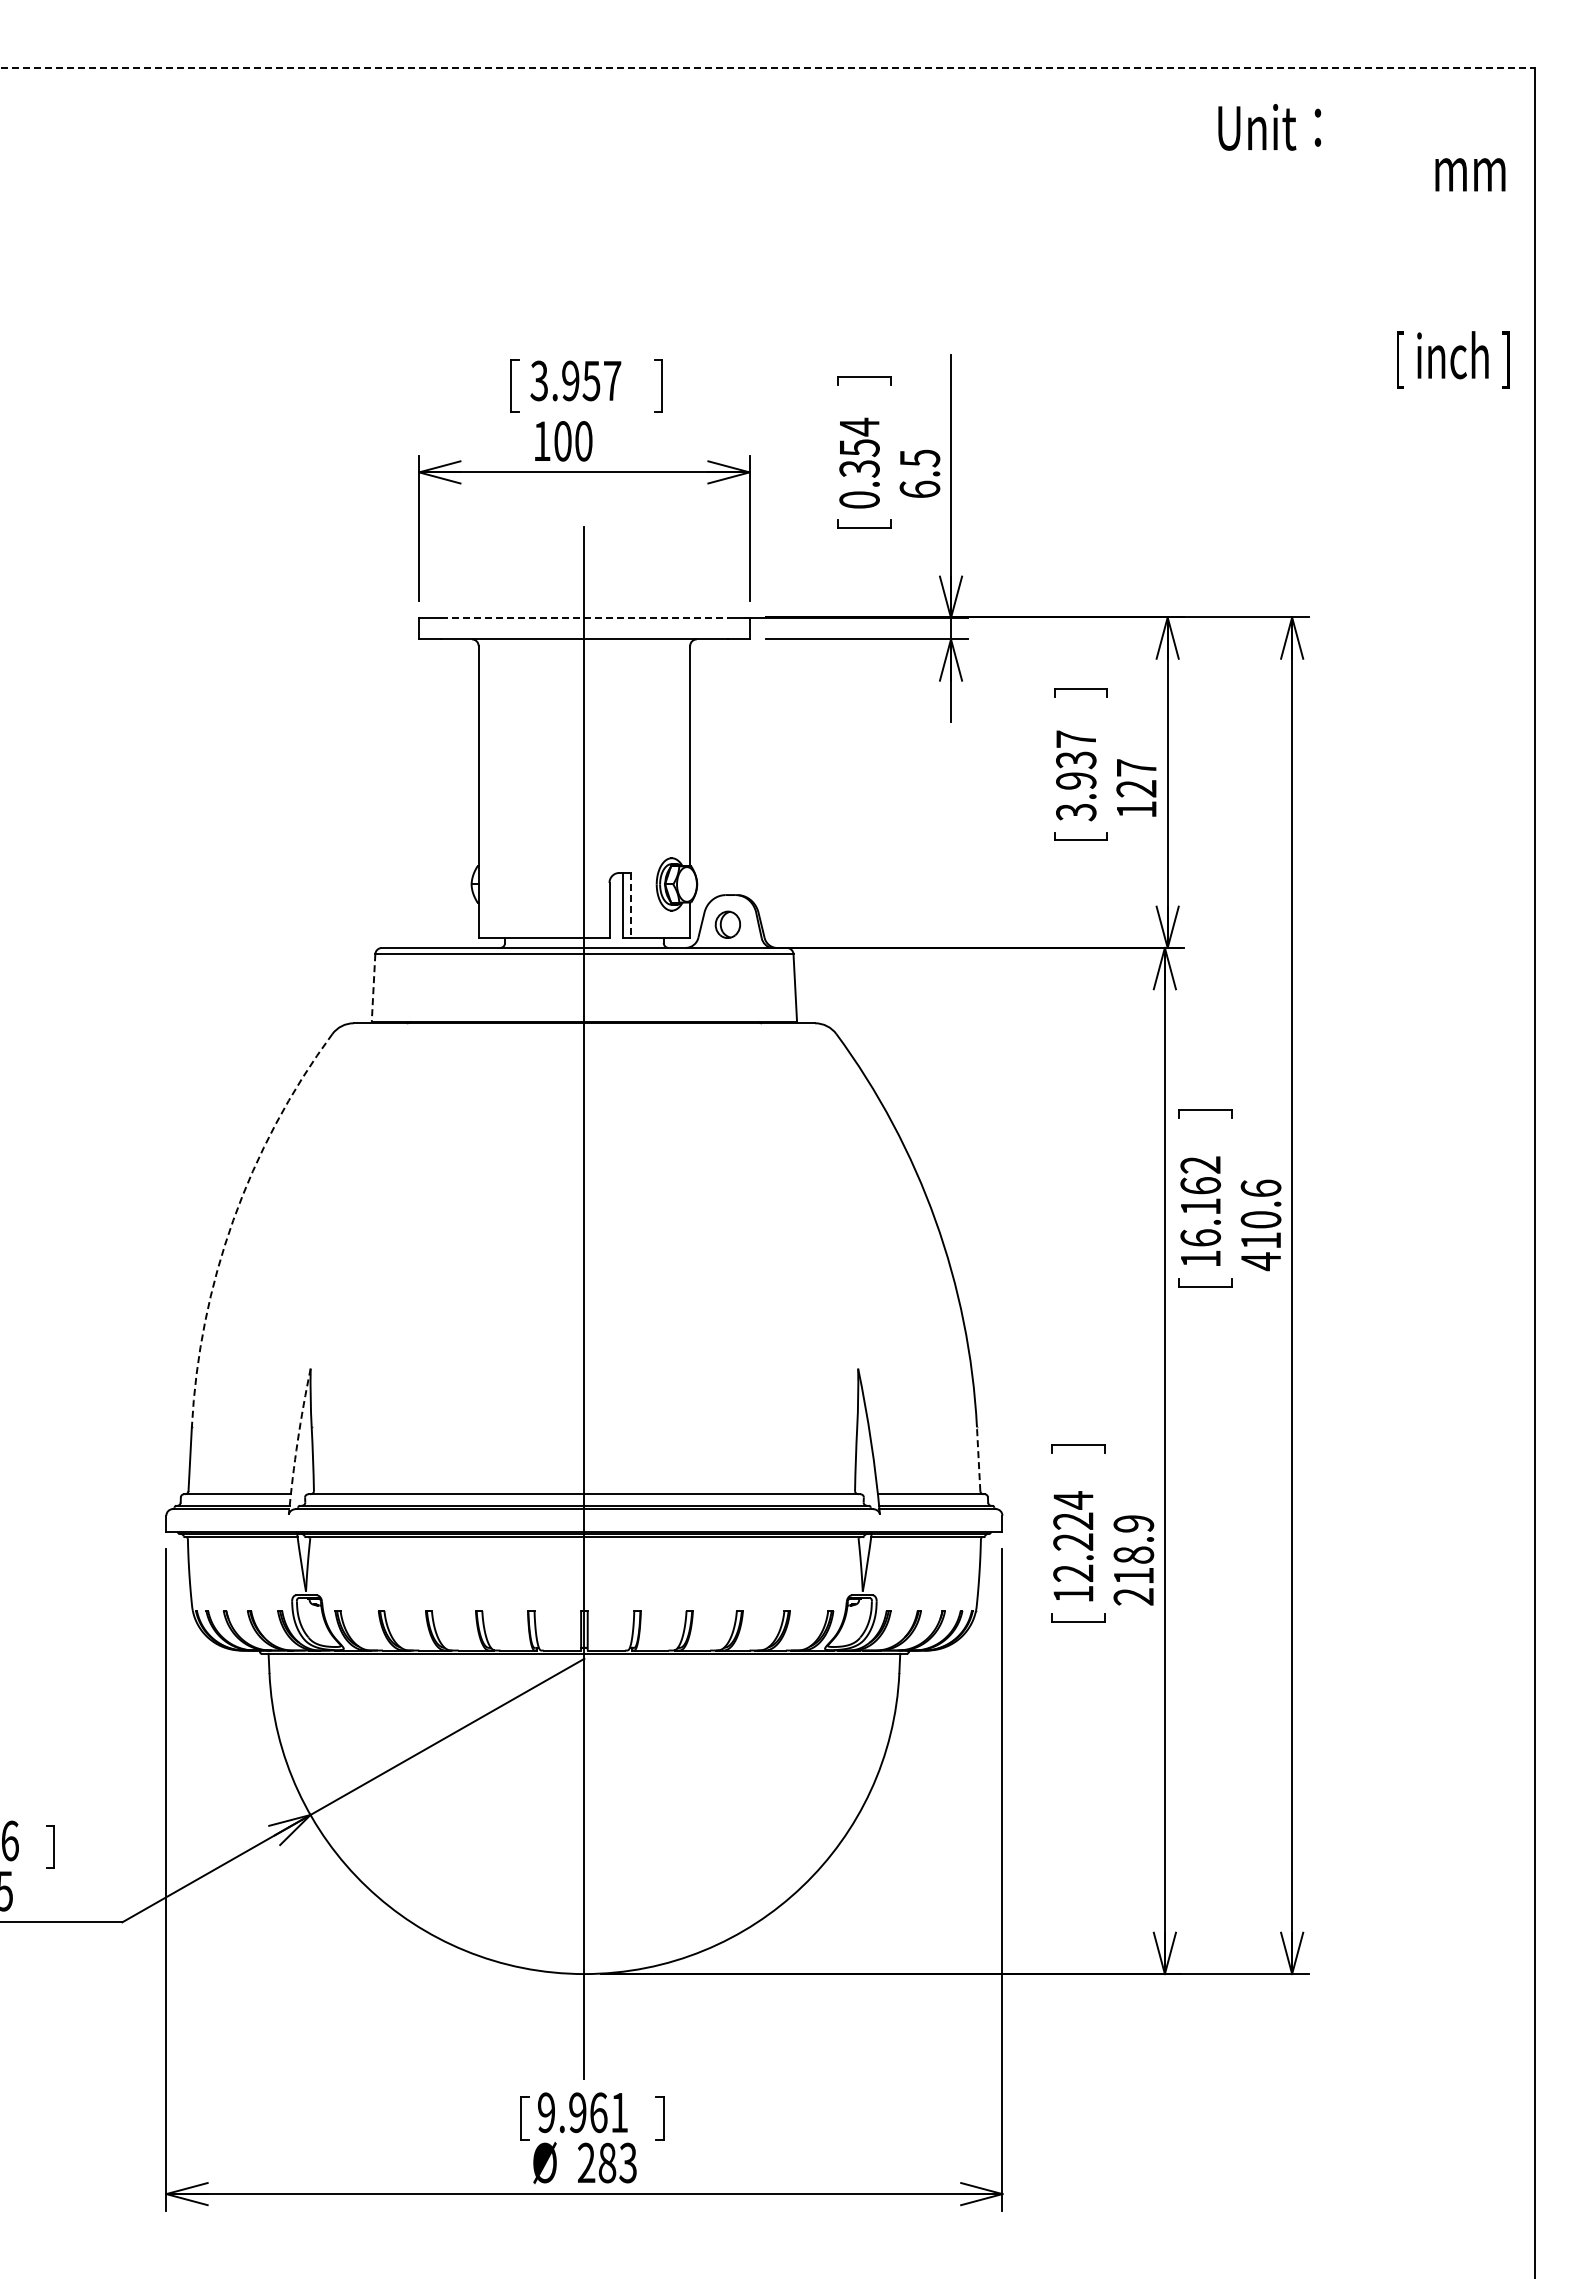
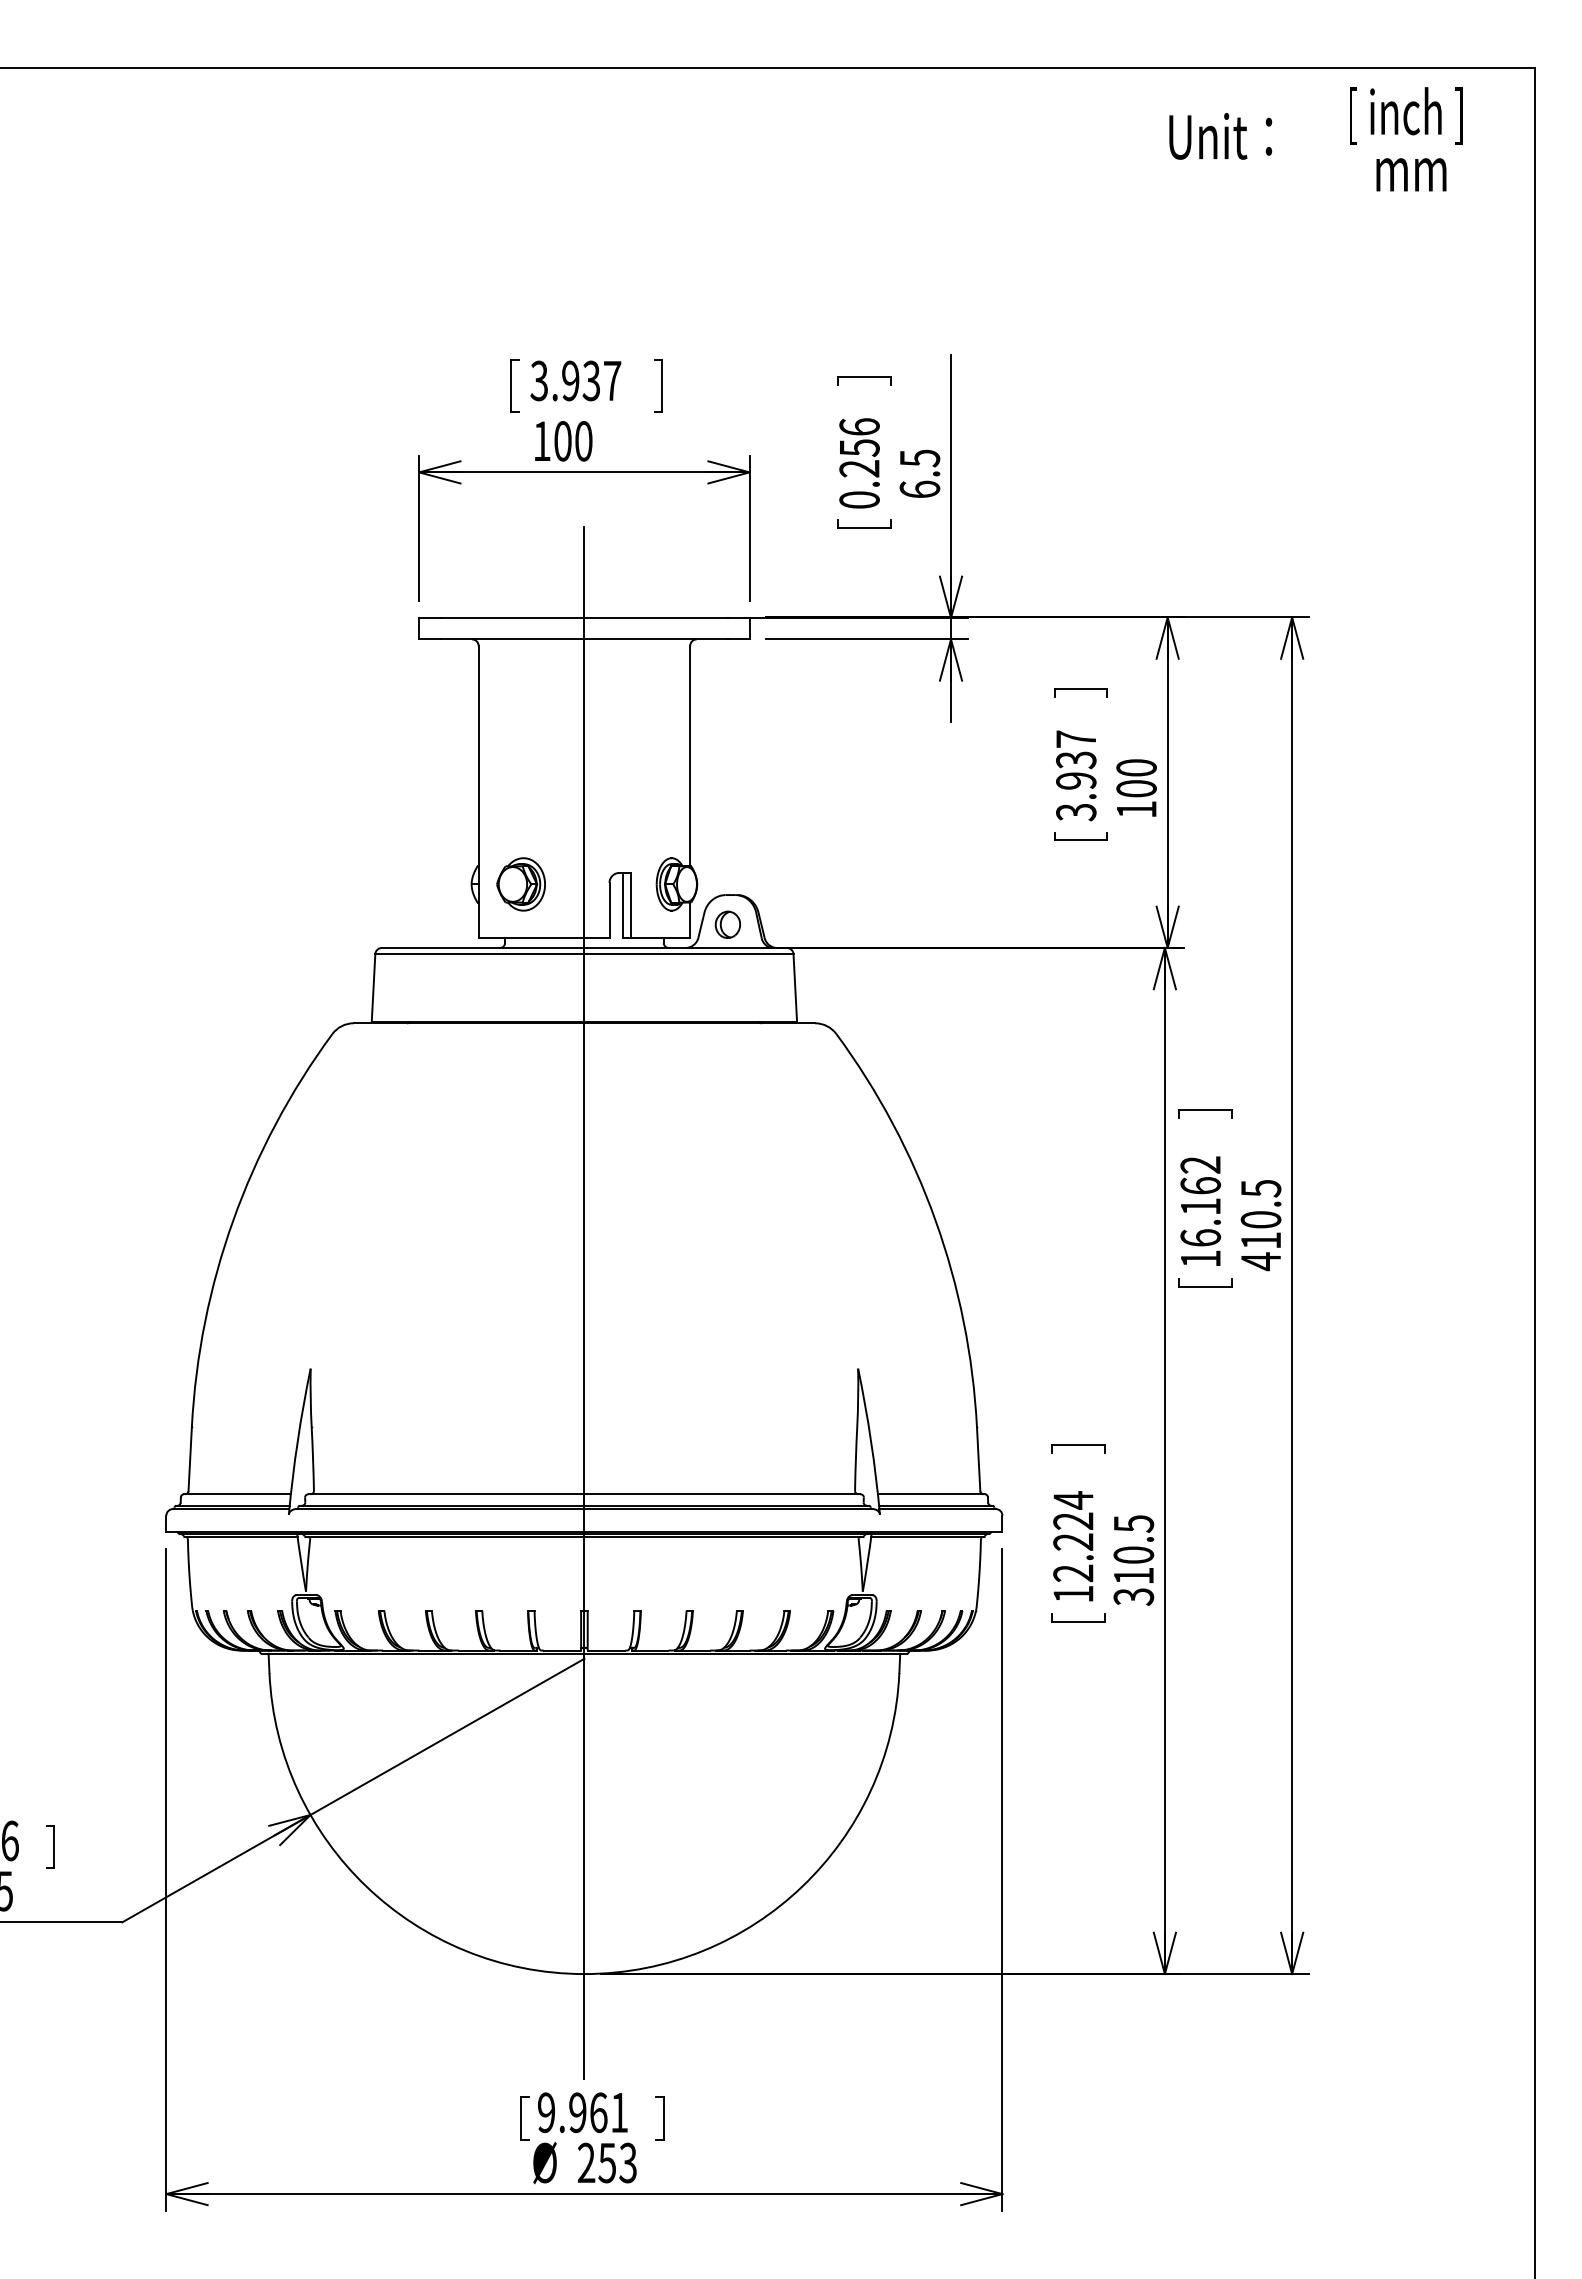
line at (767, 68): dashed -> solid
text at (1269, 127) position: (1269, 127) -> (1220, 136)
text at (1470, 174) position: (1470, 174) -> (1411, 174)
text at (1453, 359) position: (1453, 359) -> (1406, 115)
text at (591, 380): 3.957 -> 3.937
text at (859, 447): 0.354 -> 0.256
line at (584, 617): dashed -> solid
text at (1136, 778): 127 -> 100
part at (520, 884): none -> present
line at (631, 905): dashed -> solid
line at (373, 987): dashed -> solid
text at (1260, 1188): 410.6 -> 410.5
arc at (233, 1220): dashed -> solid
arc at (297, 1441): dashed -> solid
line at (978, 1458): dashed -> solid
text at (1133, 1560): 218.9 -> 310.5
text at (607, 2162): 283 -> 253
